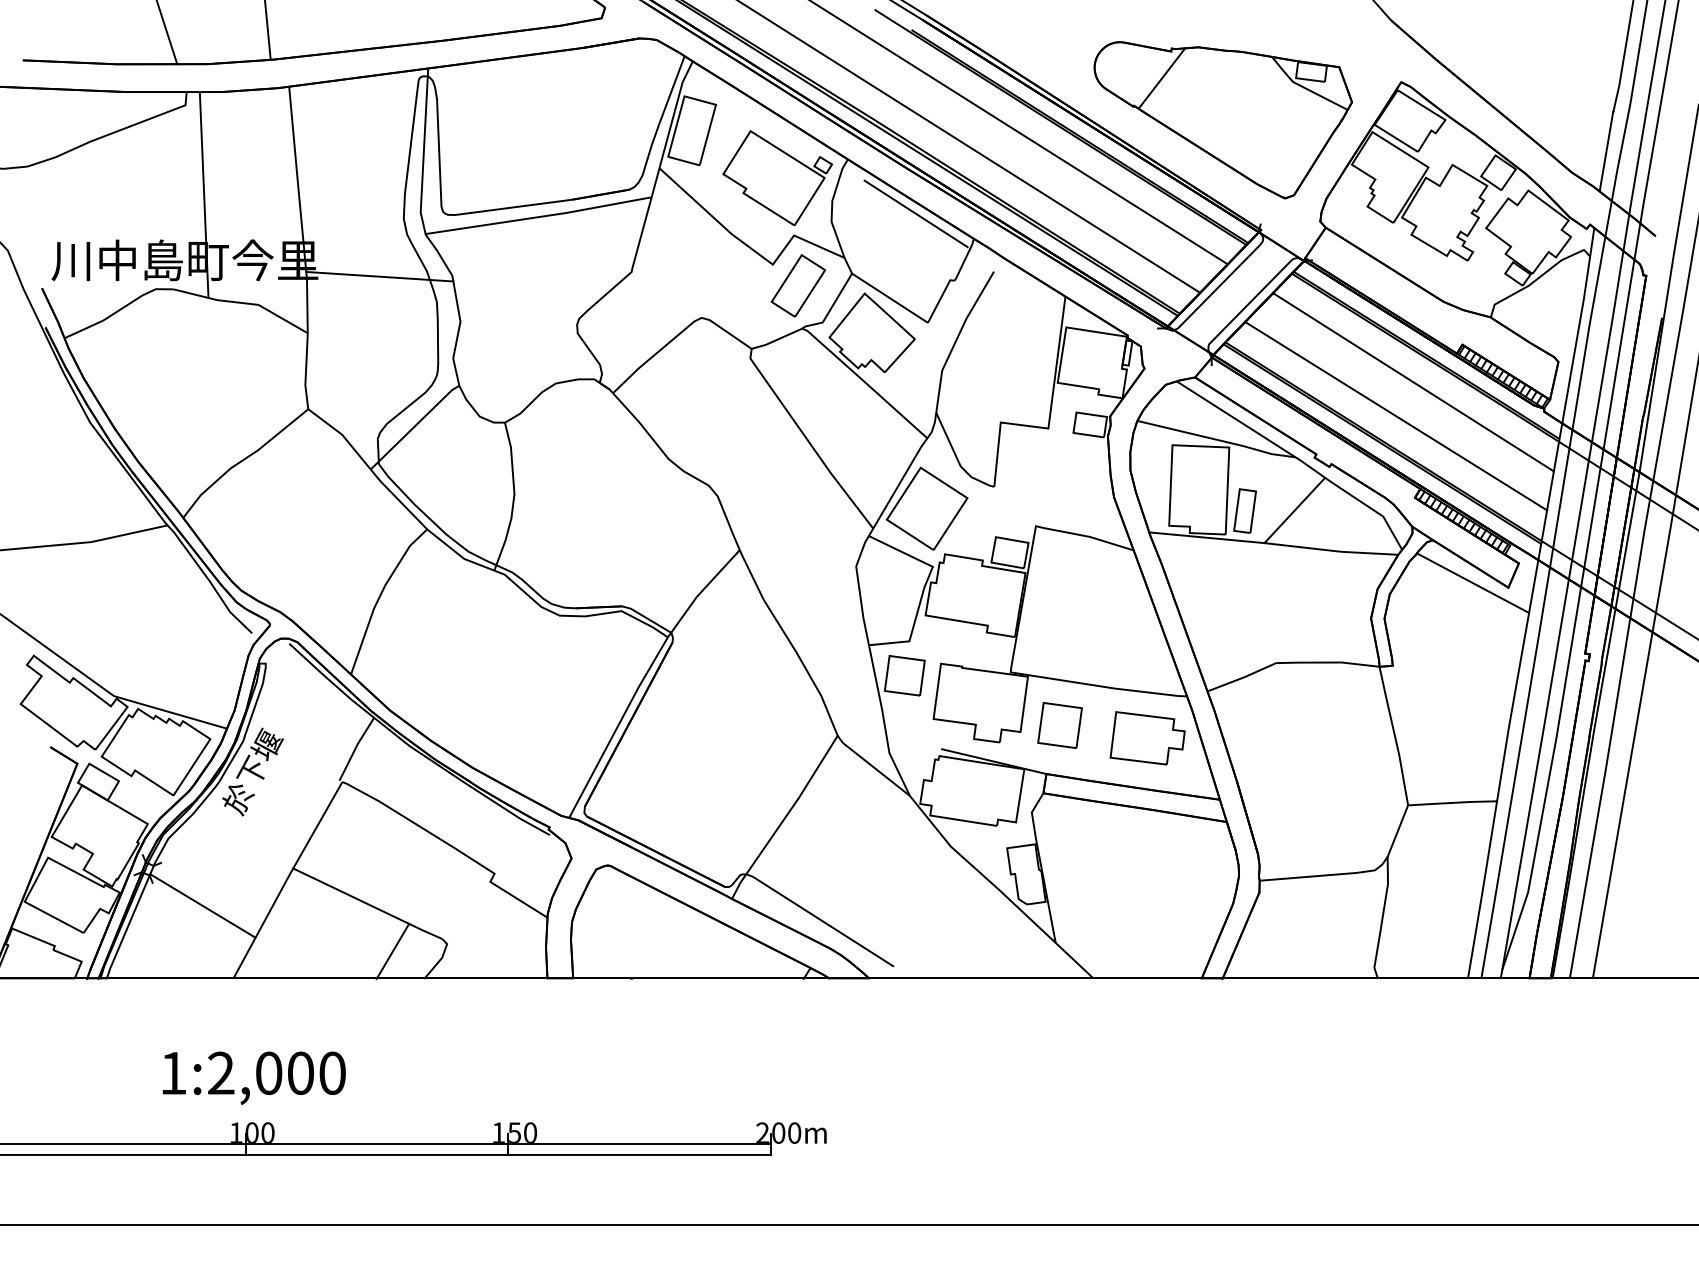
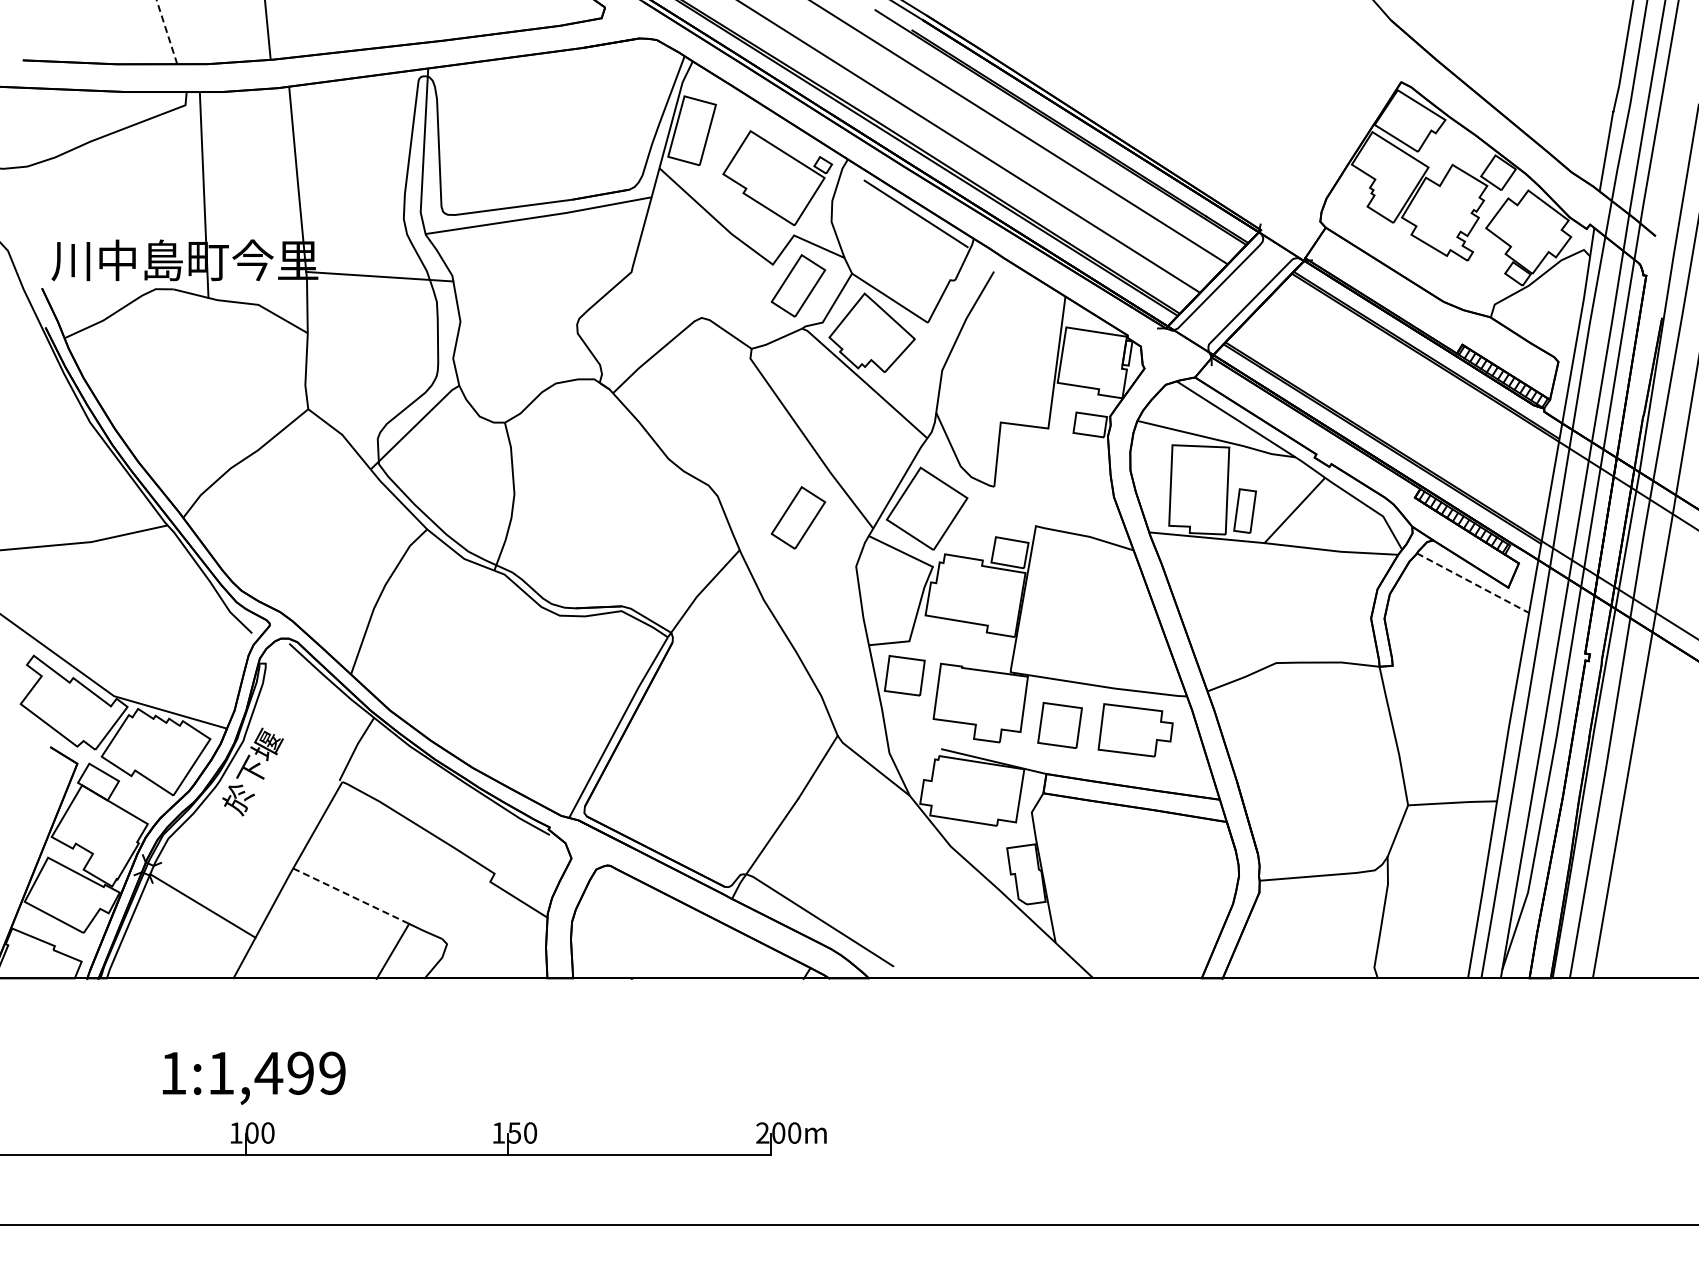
line at (166, 31): solid -> dashed
part at (1222, 120): present -> none
line at (1413, 382): present -> none
line at (1396, 416): present -> none
part at (798, 517): none -> present
line at (1473, 583): solid -> dashed
part at (1147, 738) position: (1147, 738) -> (1135, 730)
line at (351, 896): solid -> dashed
text at (276, 1072): 1:2,000 -> 1:1,499
line at (386, 1144): present -> none
